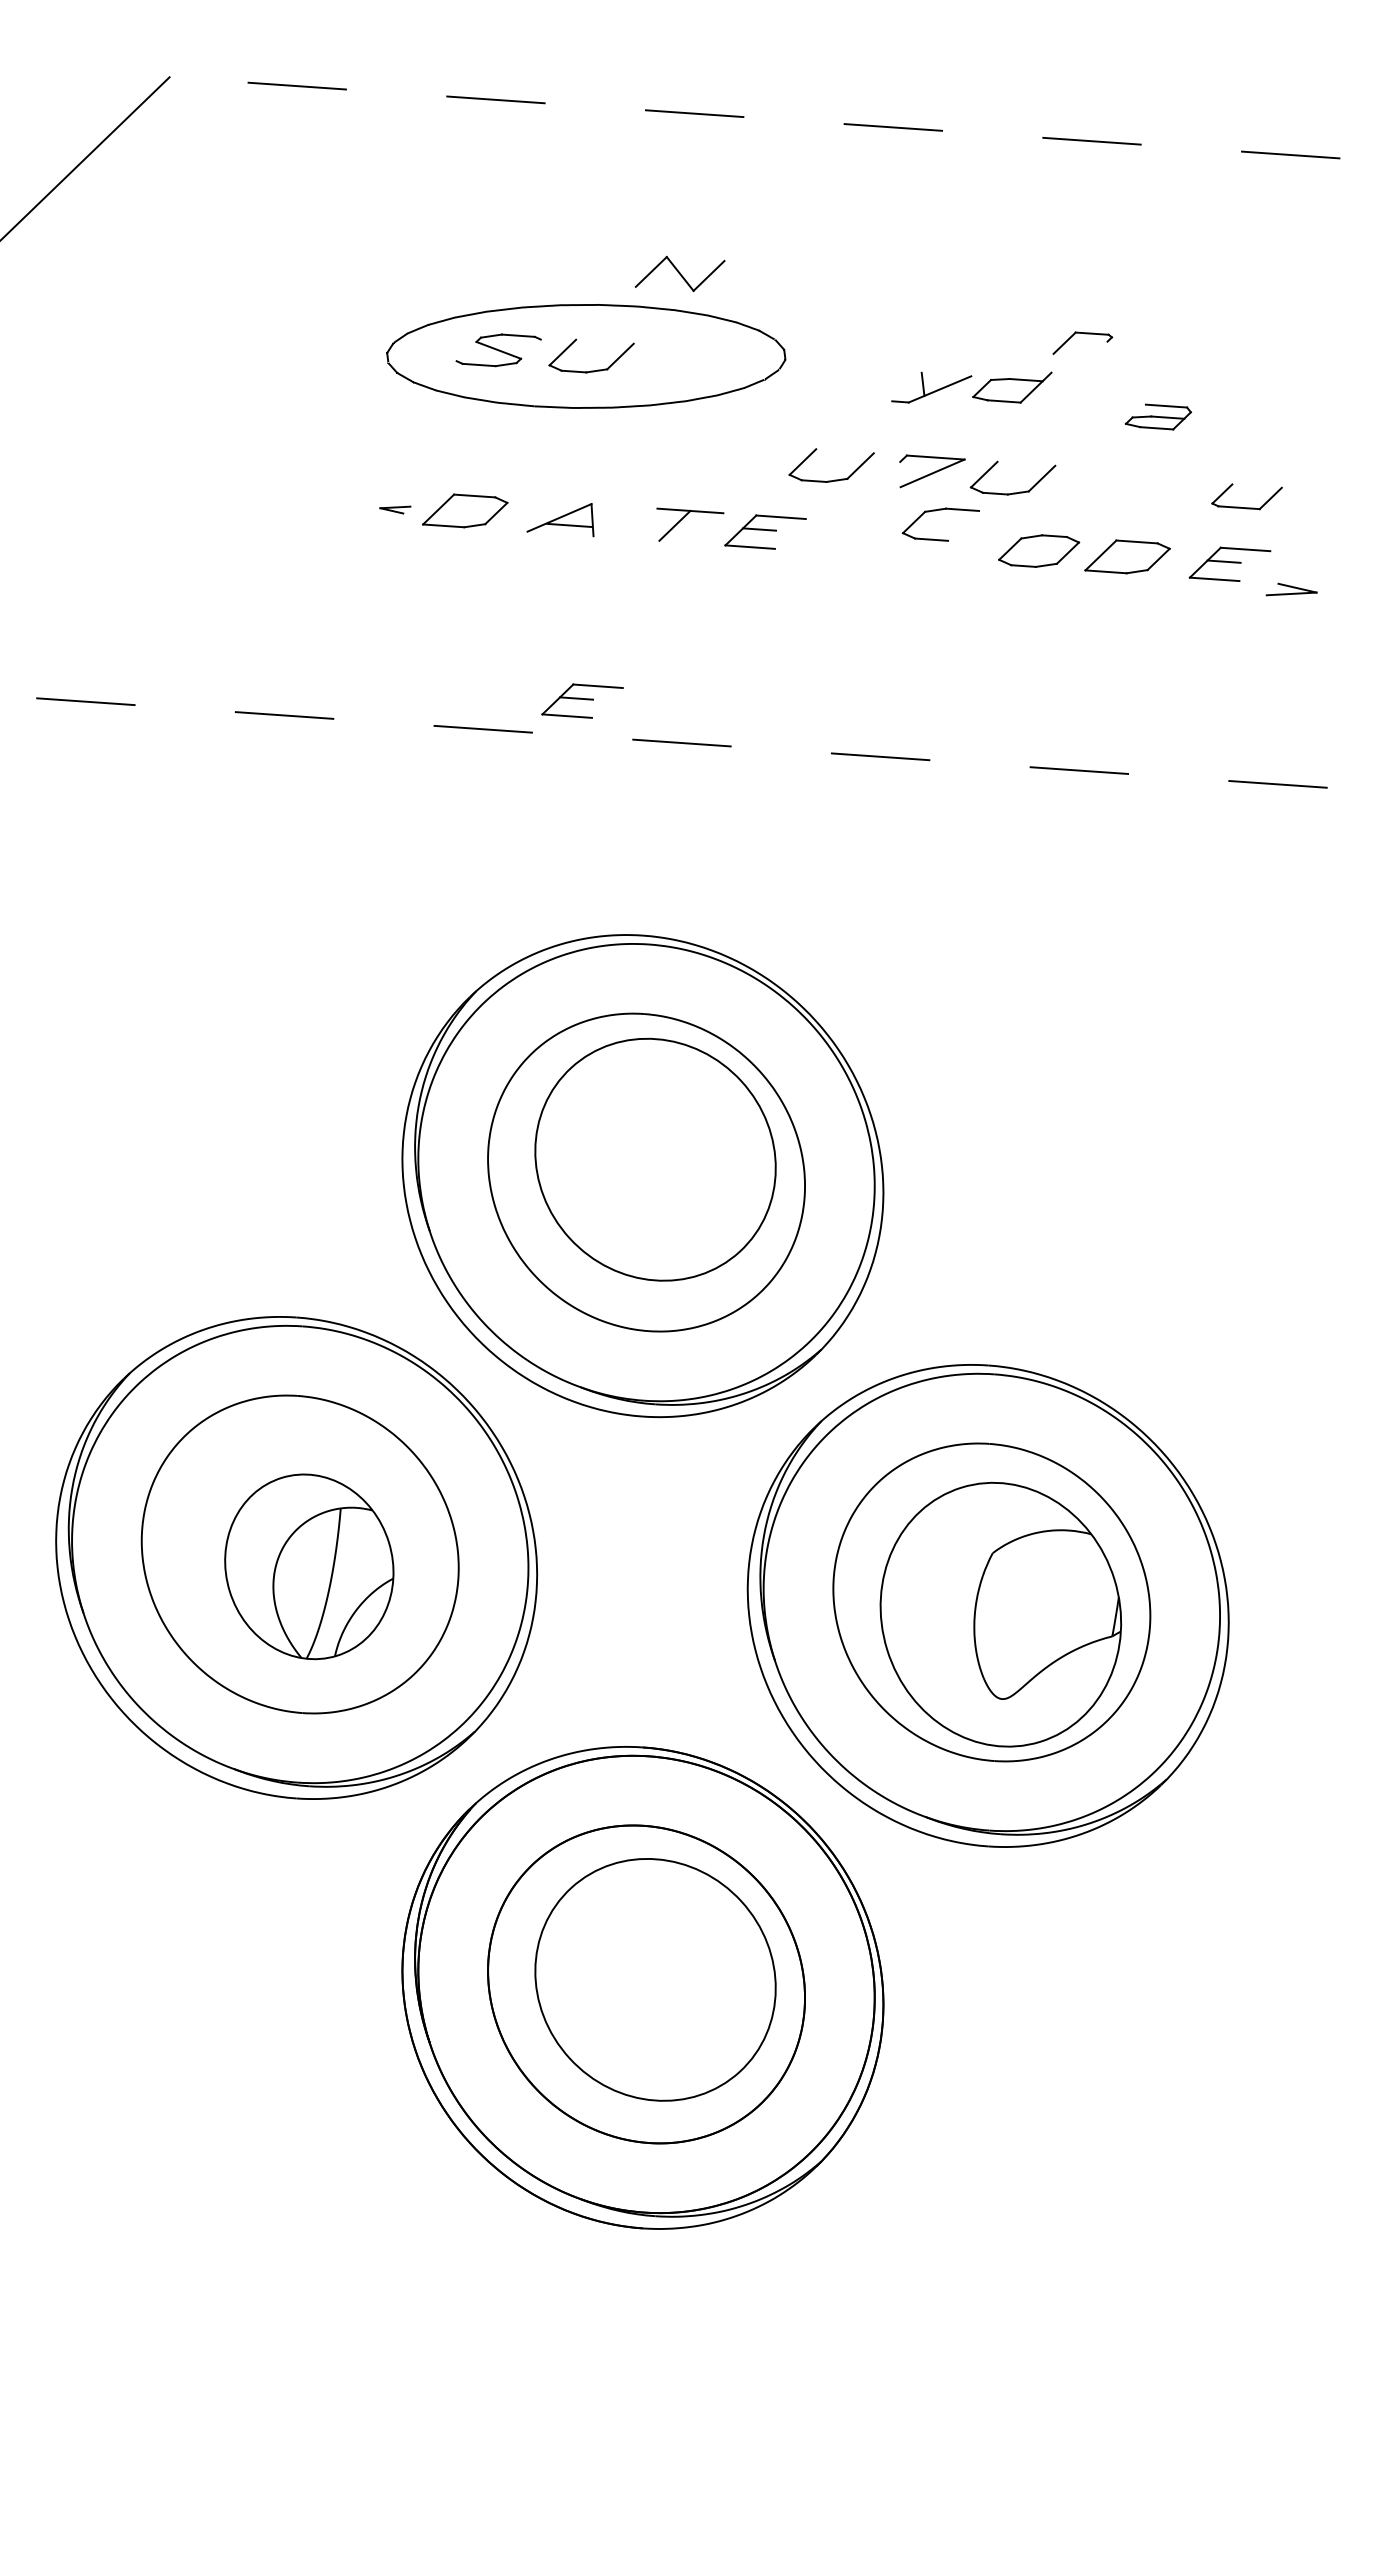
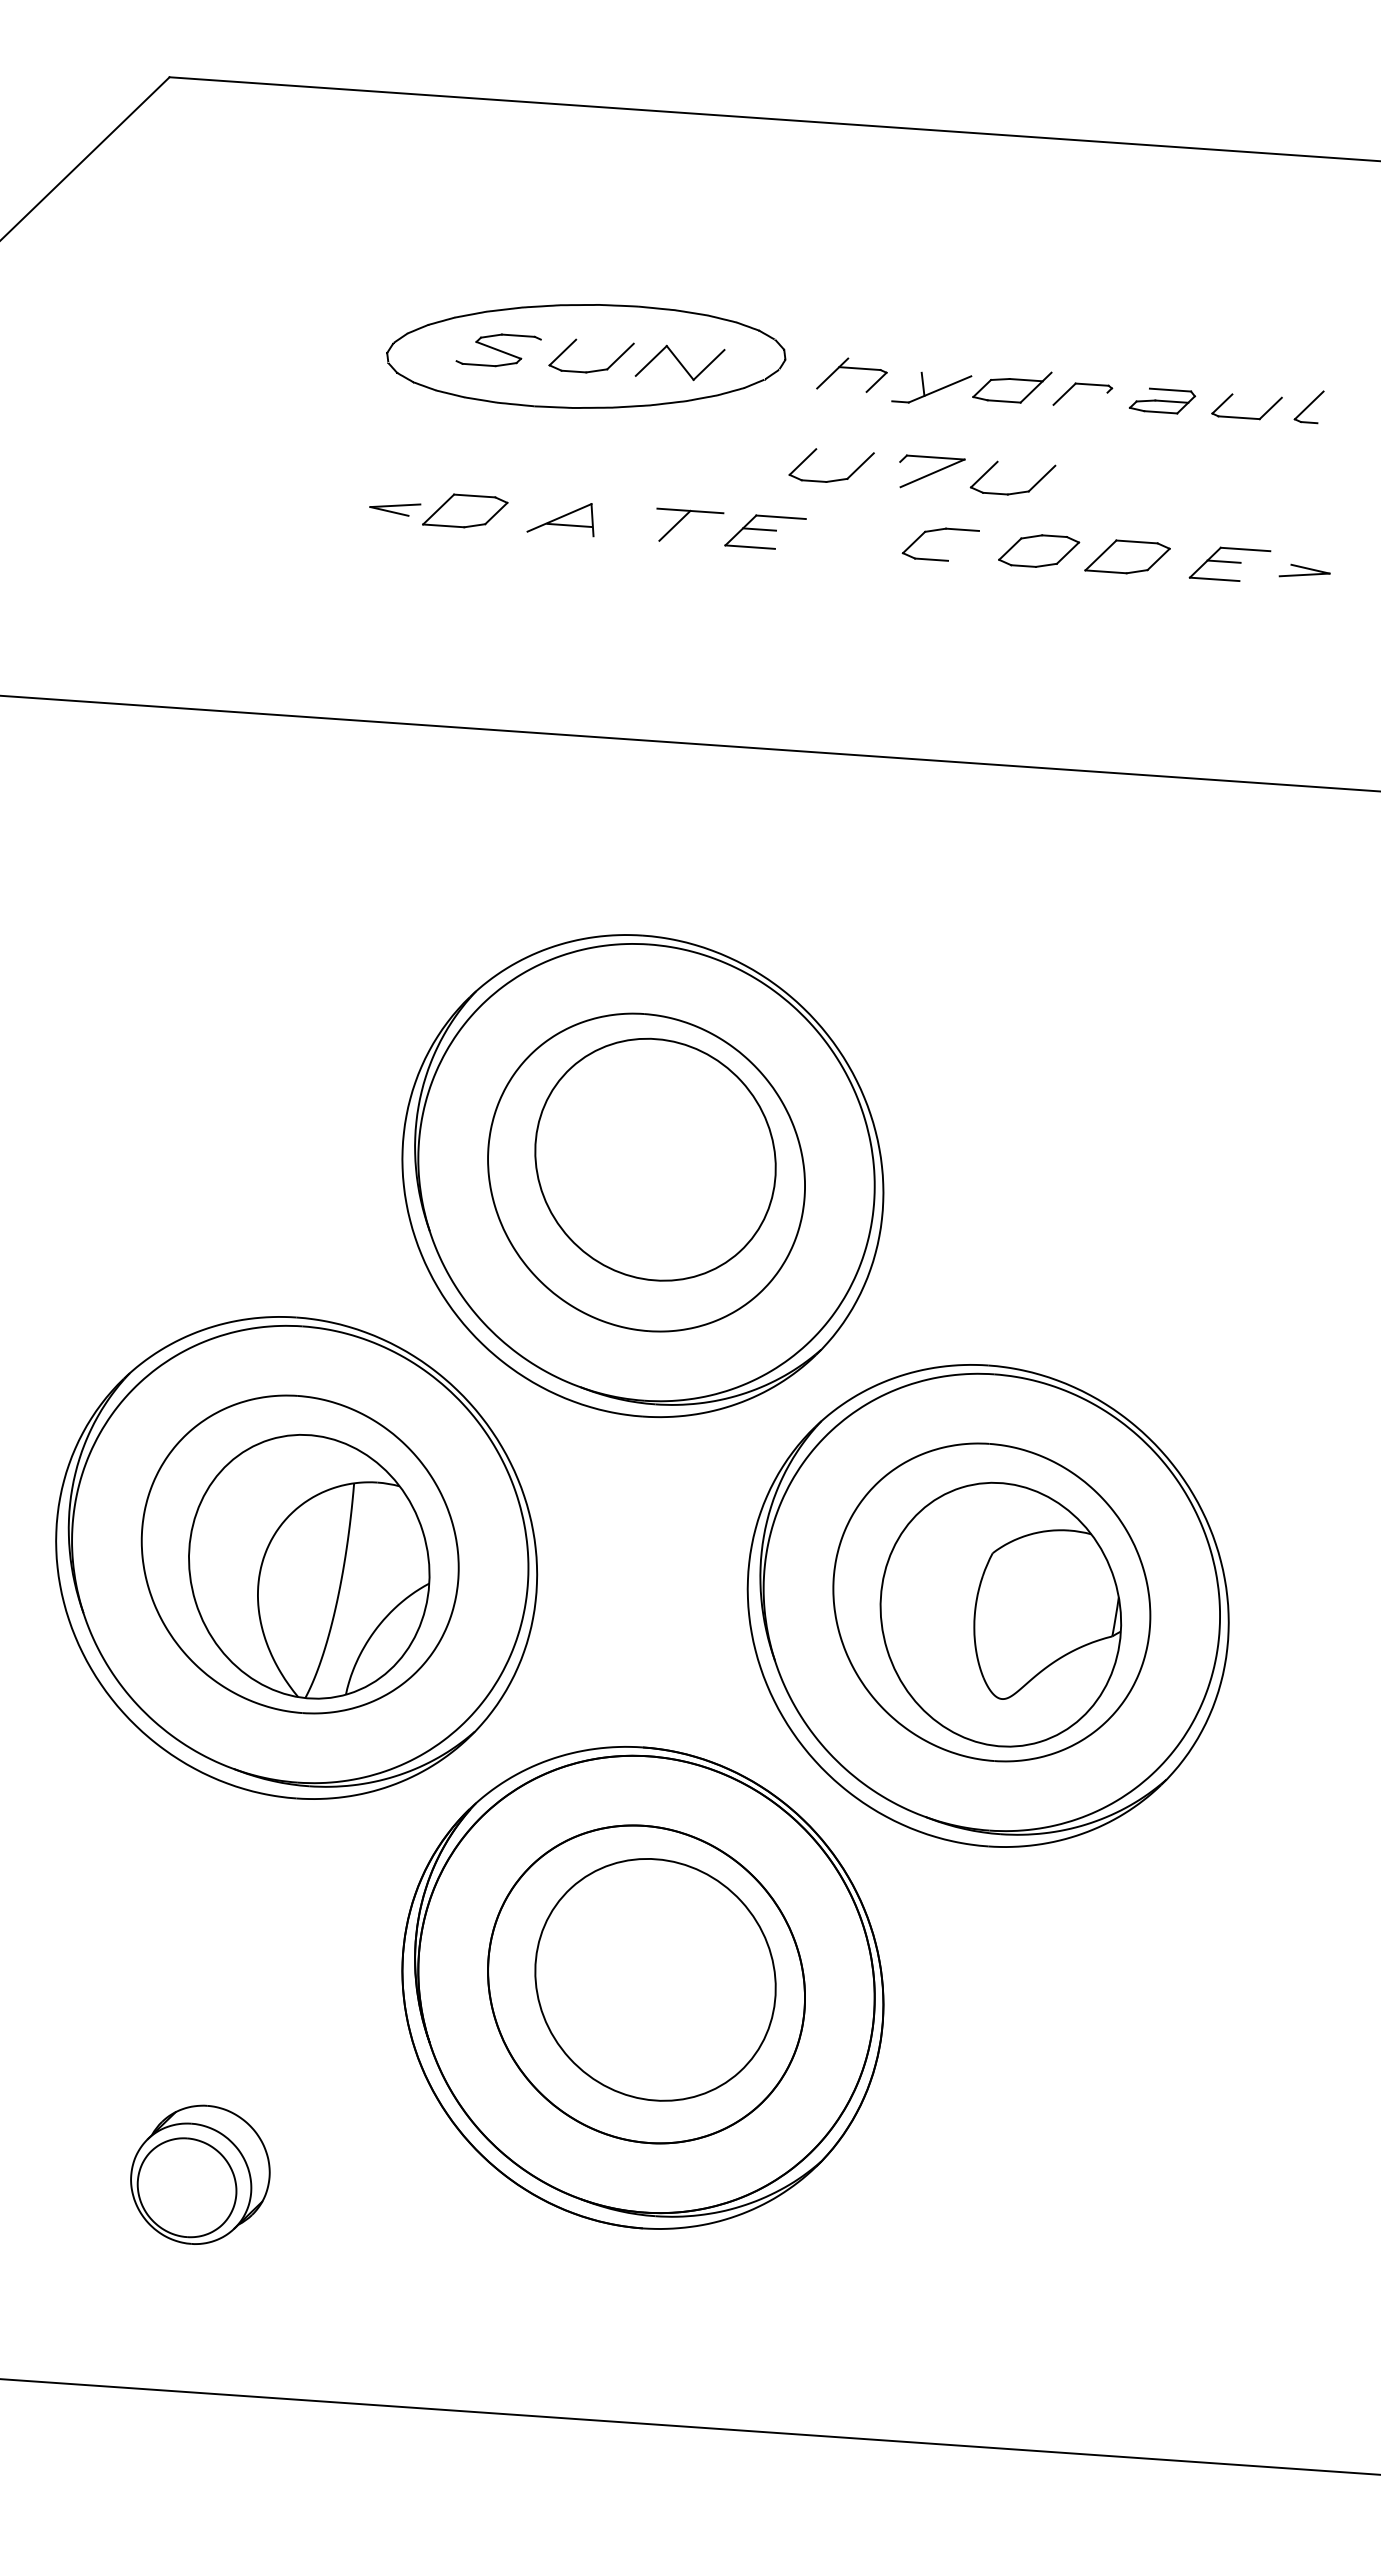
line at (774, 119): dashed -> solid
part at (679, 273) position: (679, 273) -> (679, 362)
part at (1084, 334) position: (1084, 334) -> (1084, 385)
part at (851, 374): none -> present
part at (1308, 407): none -> present
part at (1158, 416) position: (1158, 416) -> (1162, 400)
part at (1246, 507) position: (1246, 507) -> (1246, 417)
part at (395, 509) size: 33x10 px -> 53x14 px
part at (935, 511) position: (935, 511) -> (935, 531)
part at (1291, 589) position: (1291, 589) -> (1304, 570)
part at (582, 700): present -> none
line at (690, 743): dashed -> solid
part at (309, 1566) size: 171x188 px -> 243x266 px
part at (200, 2174): none -> present
line at (689, 2426): none -> present
